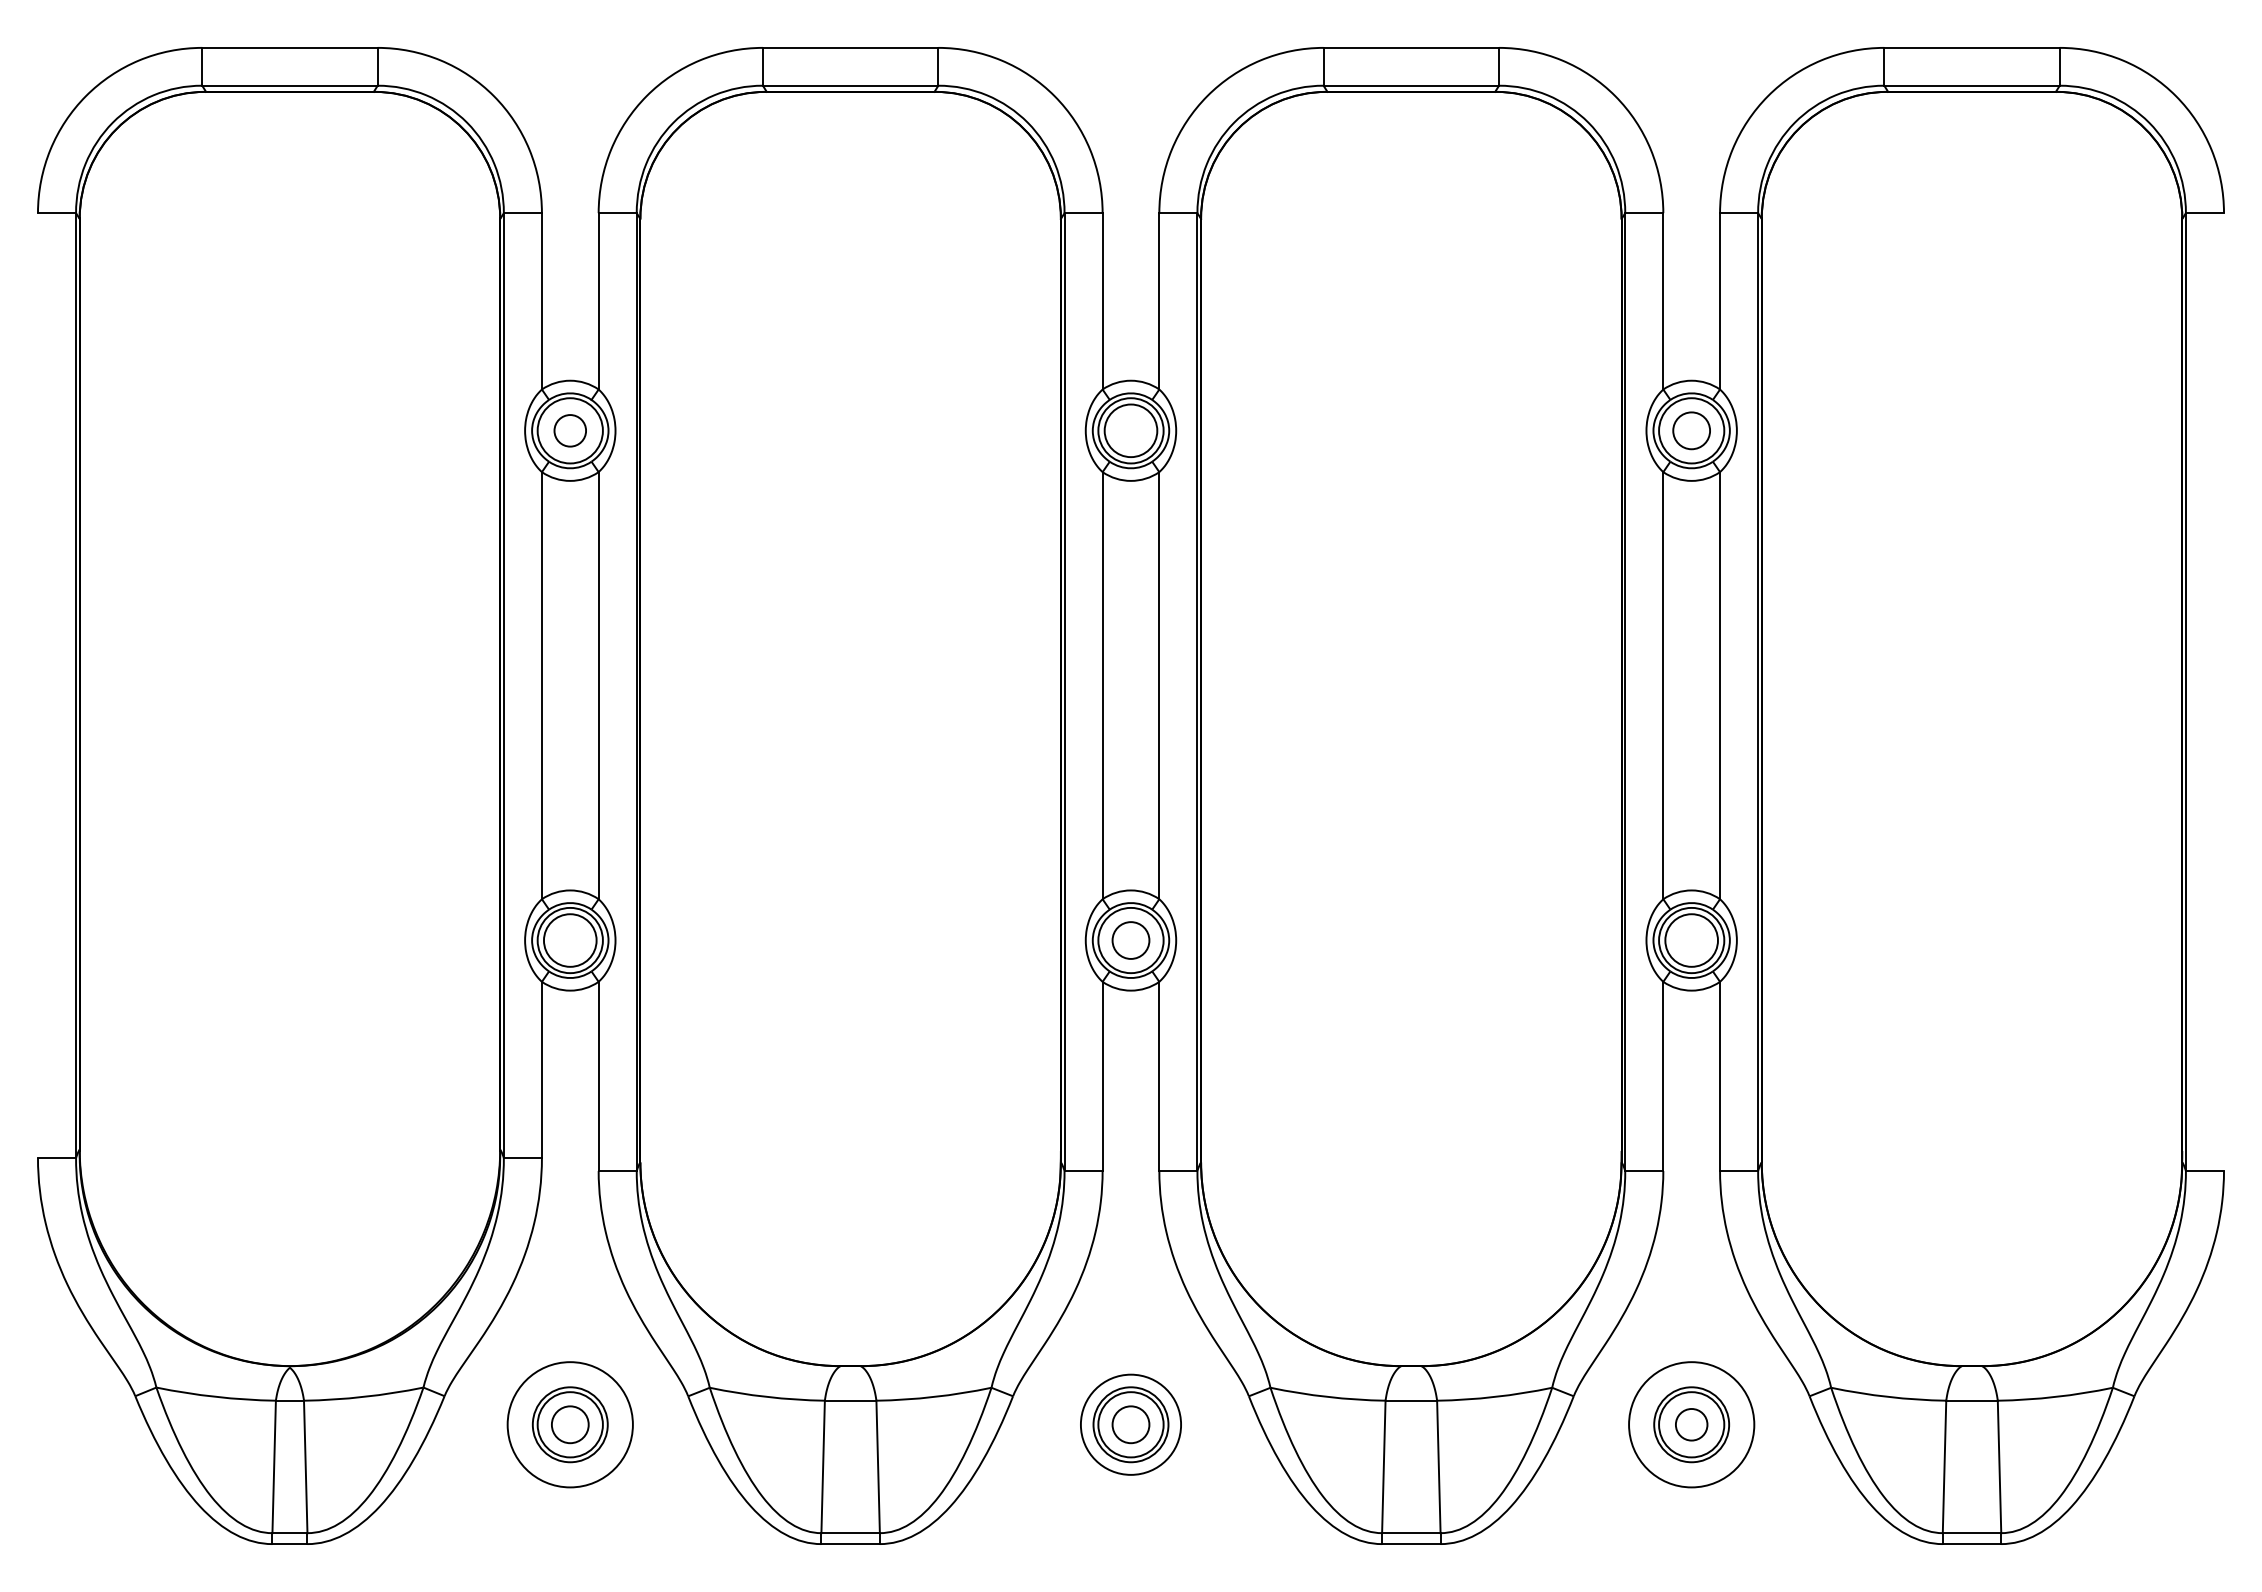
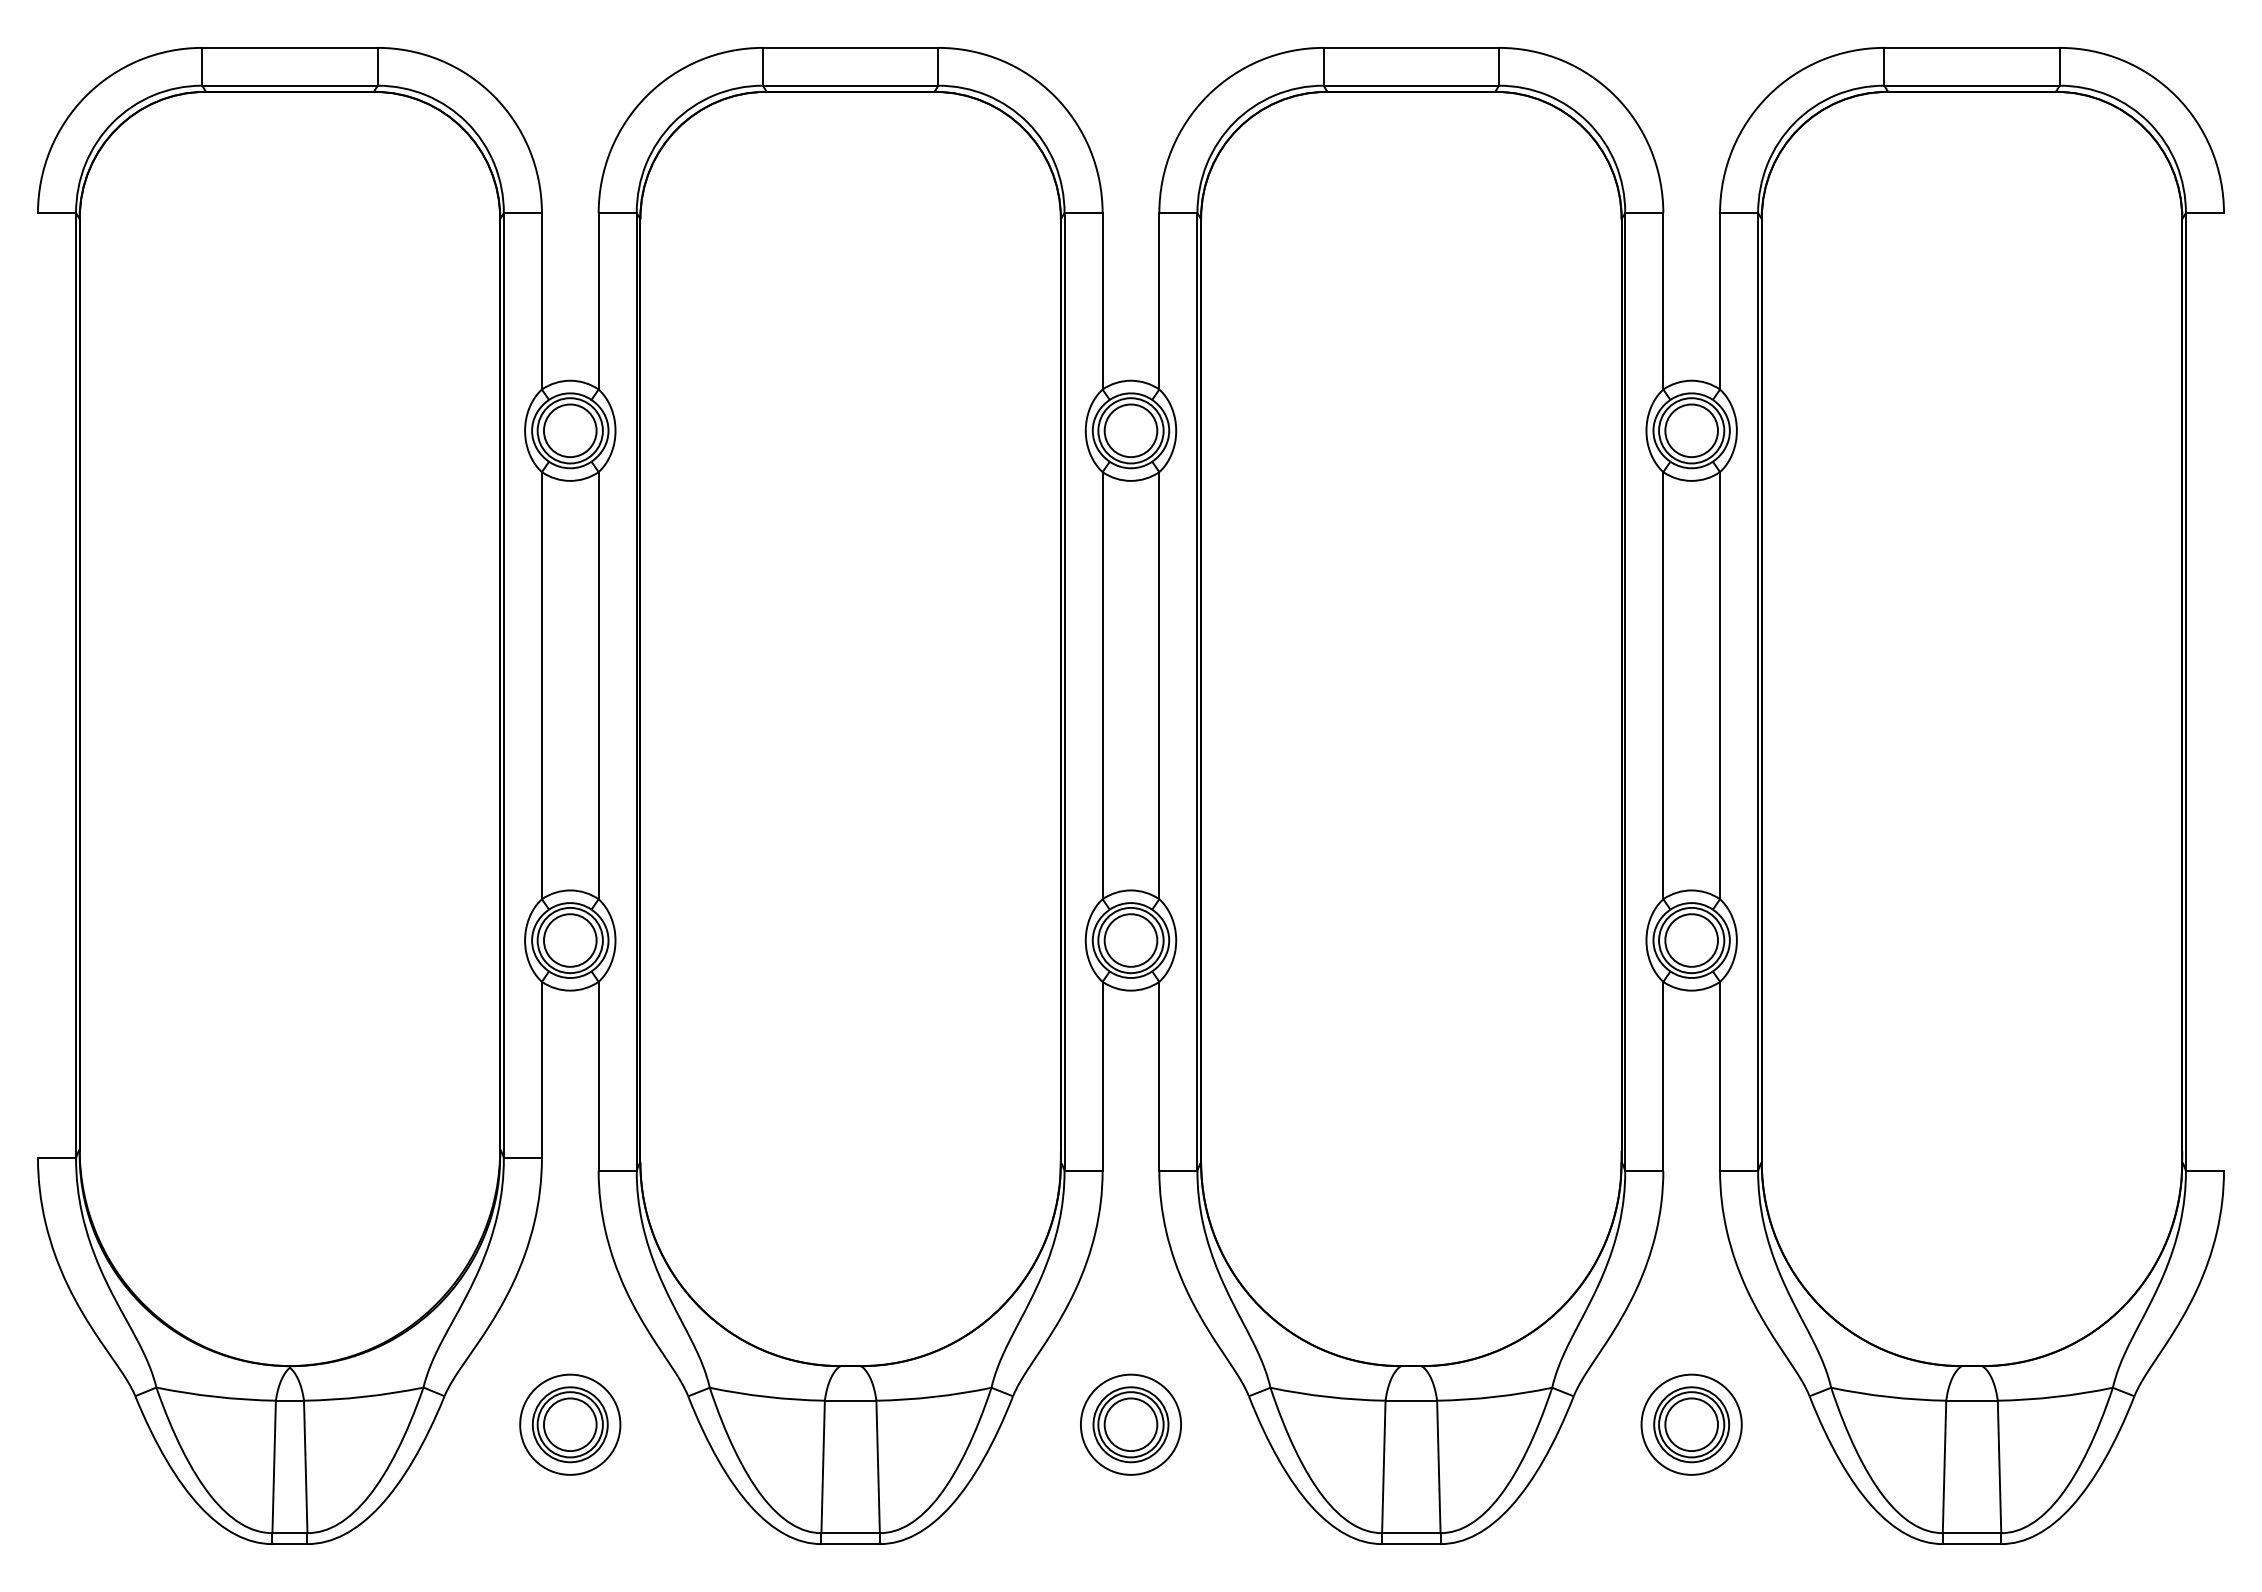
circle at (570, 430) diameter: 32 px -> 53 px
circle at (1691, 430) diameter: 37 px -> 53 px
circle at (1130, 940) diameter: 37 px -> 53 px
circle at (569, 1424) diameter: 125 px -> 100 px
circle at (569, 1424) diameter: 37 px -> 53 px
circle at (1130, 1424) diameter: 37 px -> 53 px
circle at (1691, 1424) diameter: 125 px -> 100 px
circle at (1691, 1424) diameter: 32 px -> 53 px
